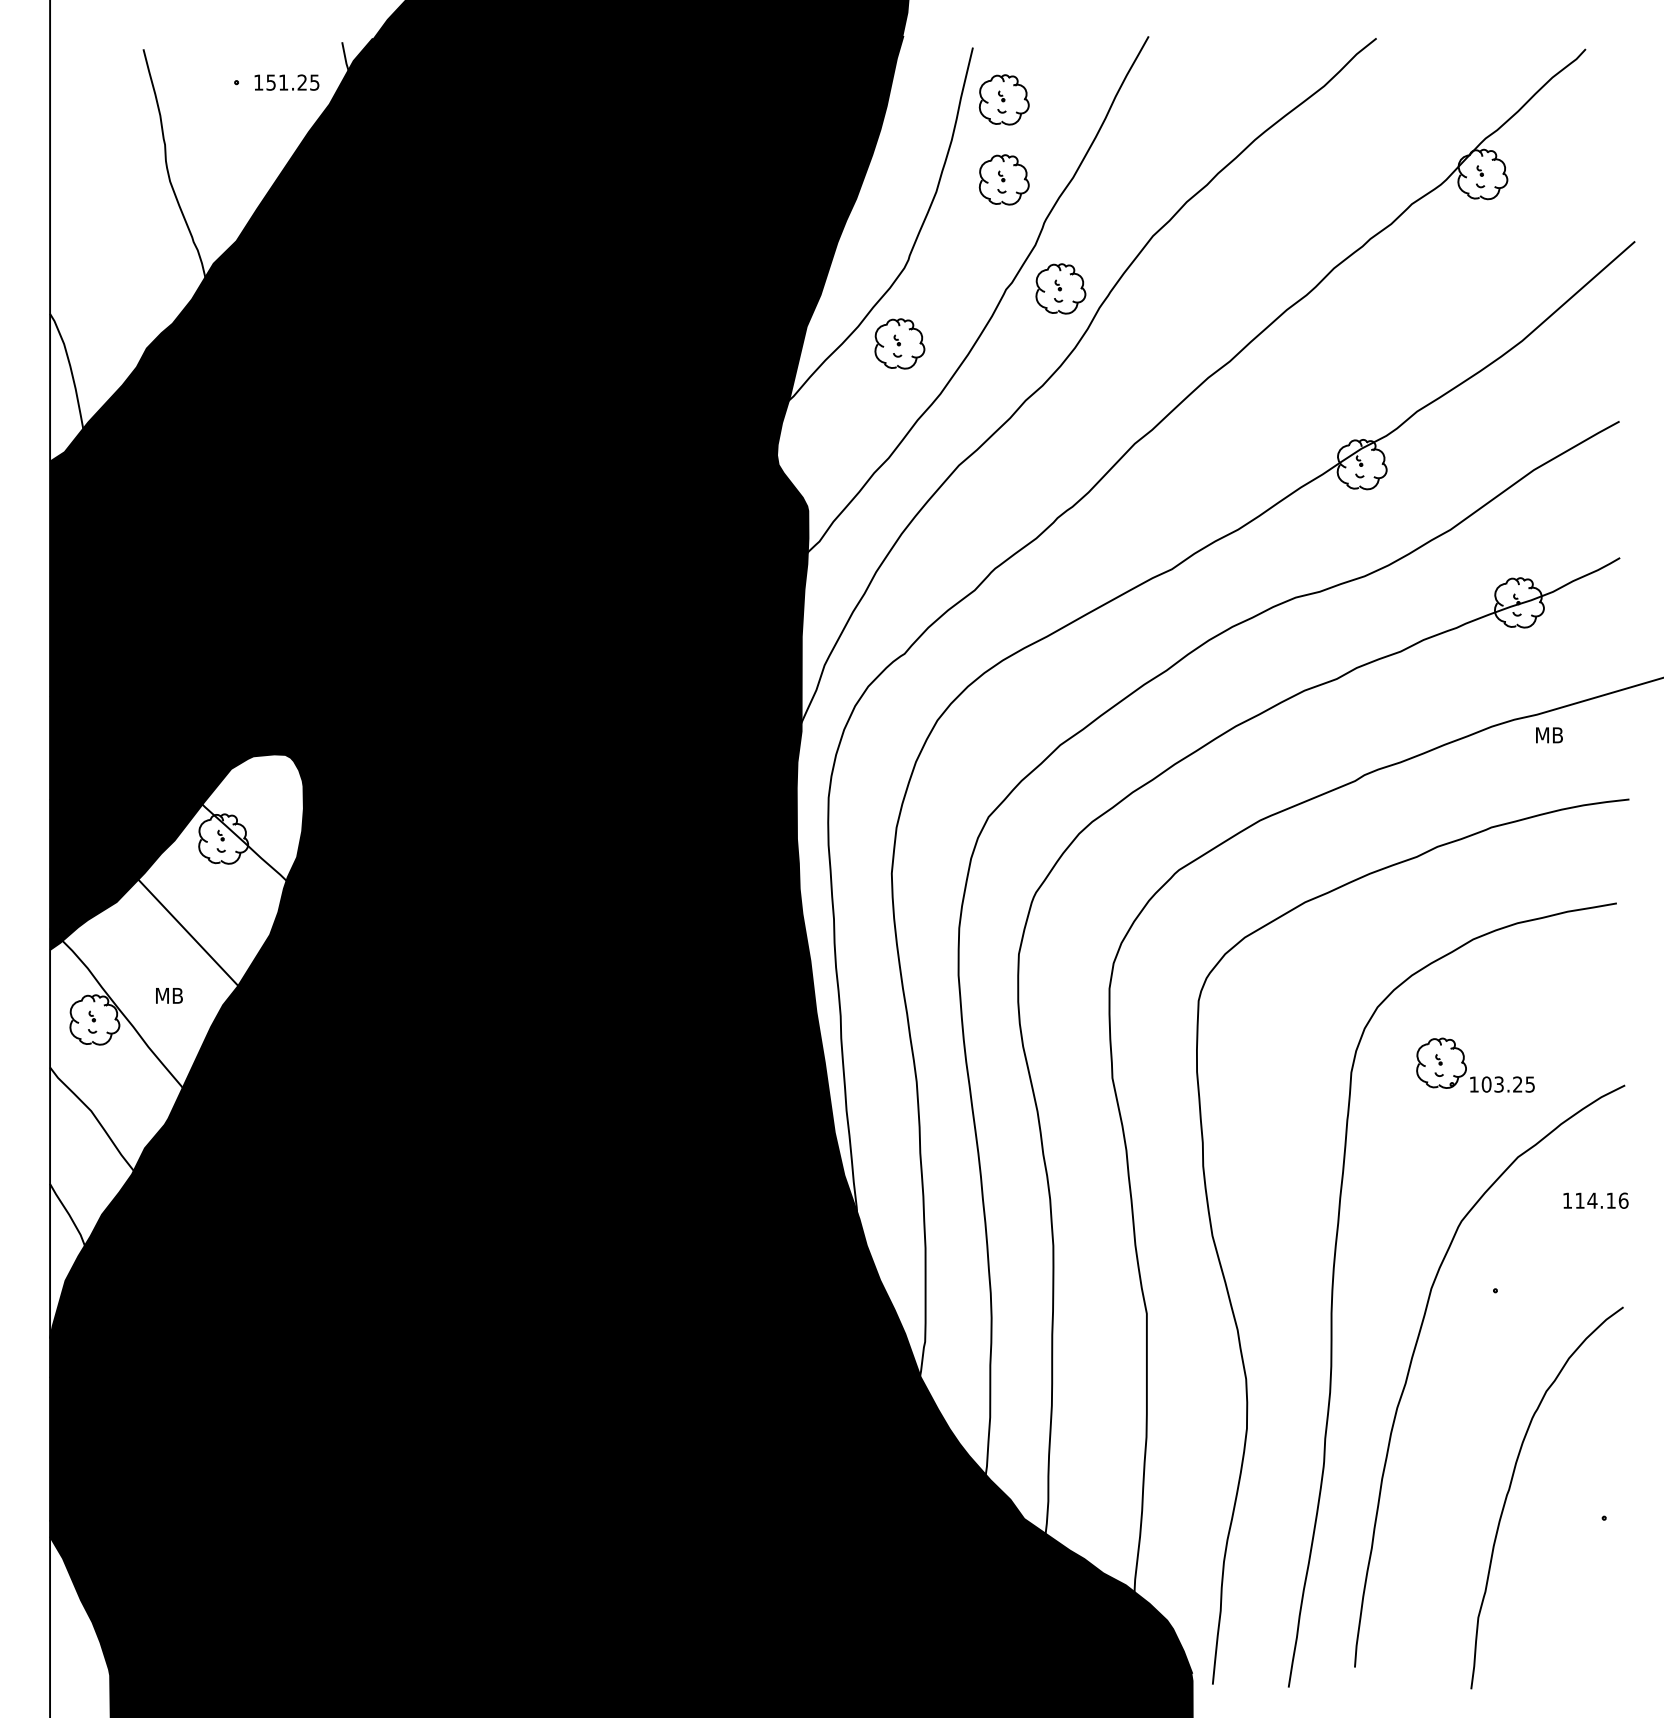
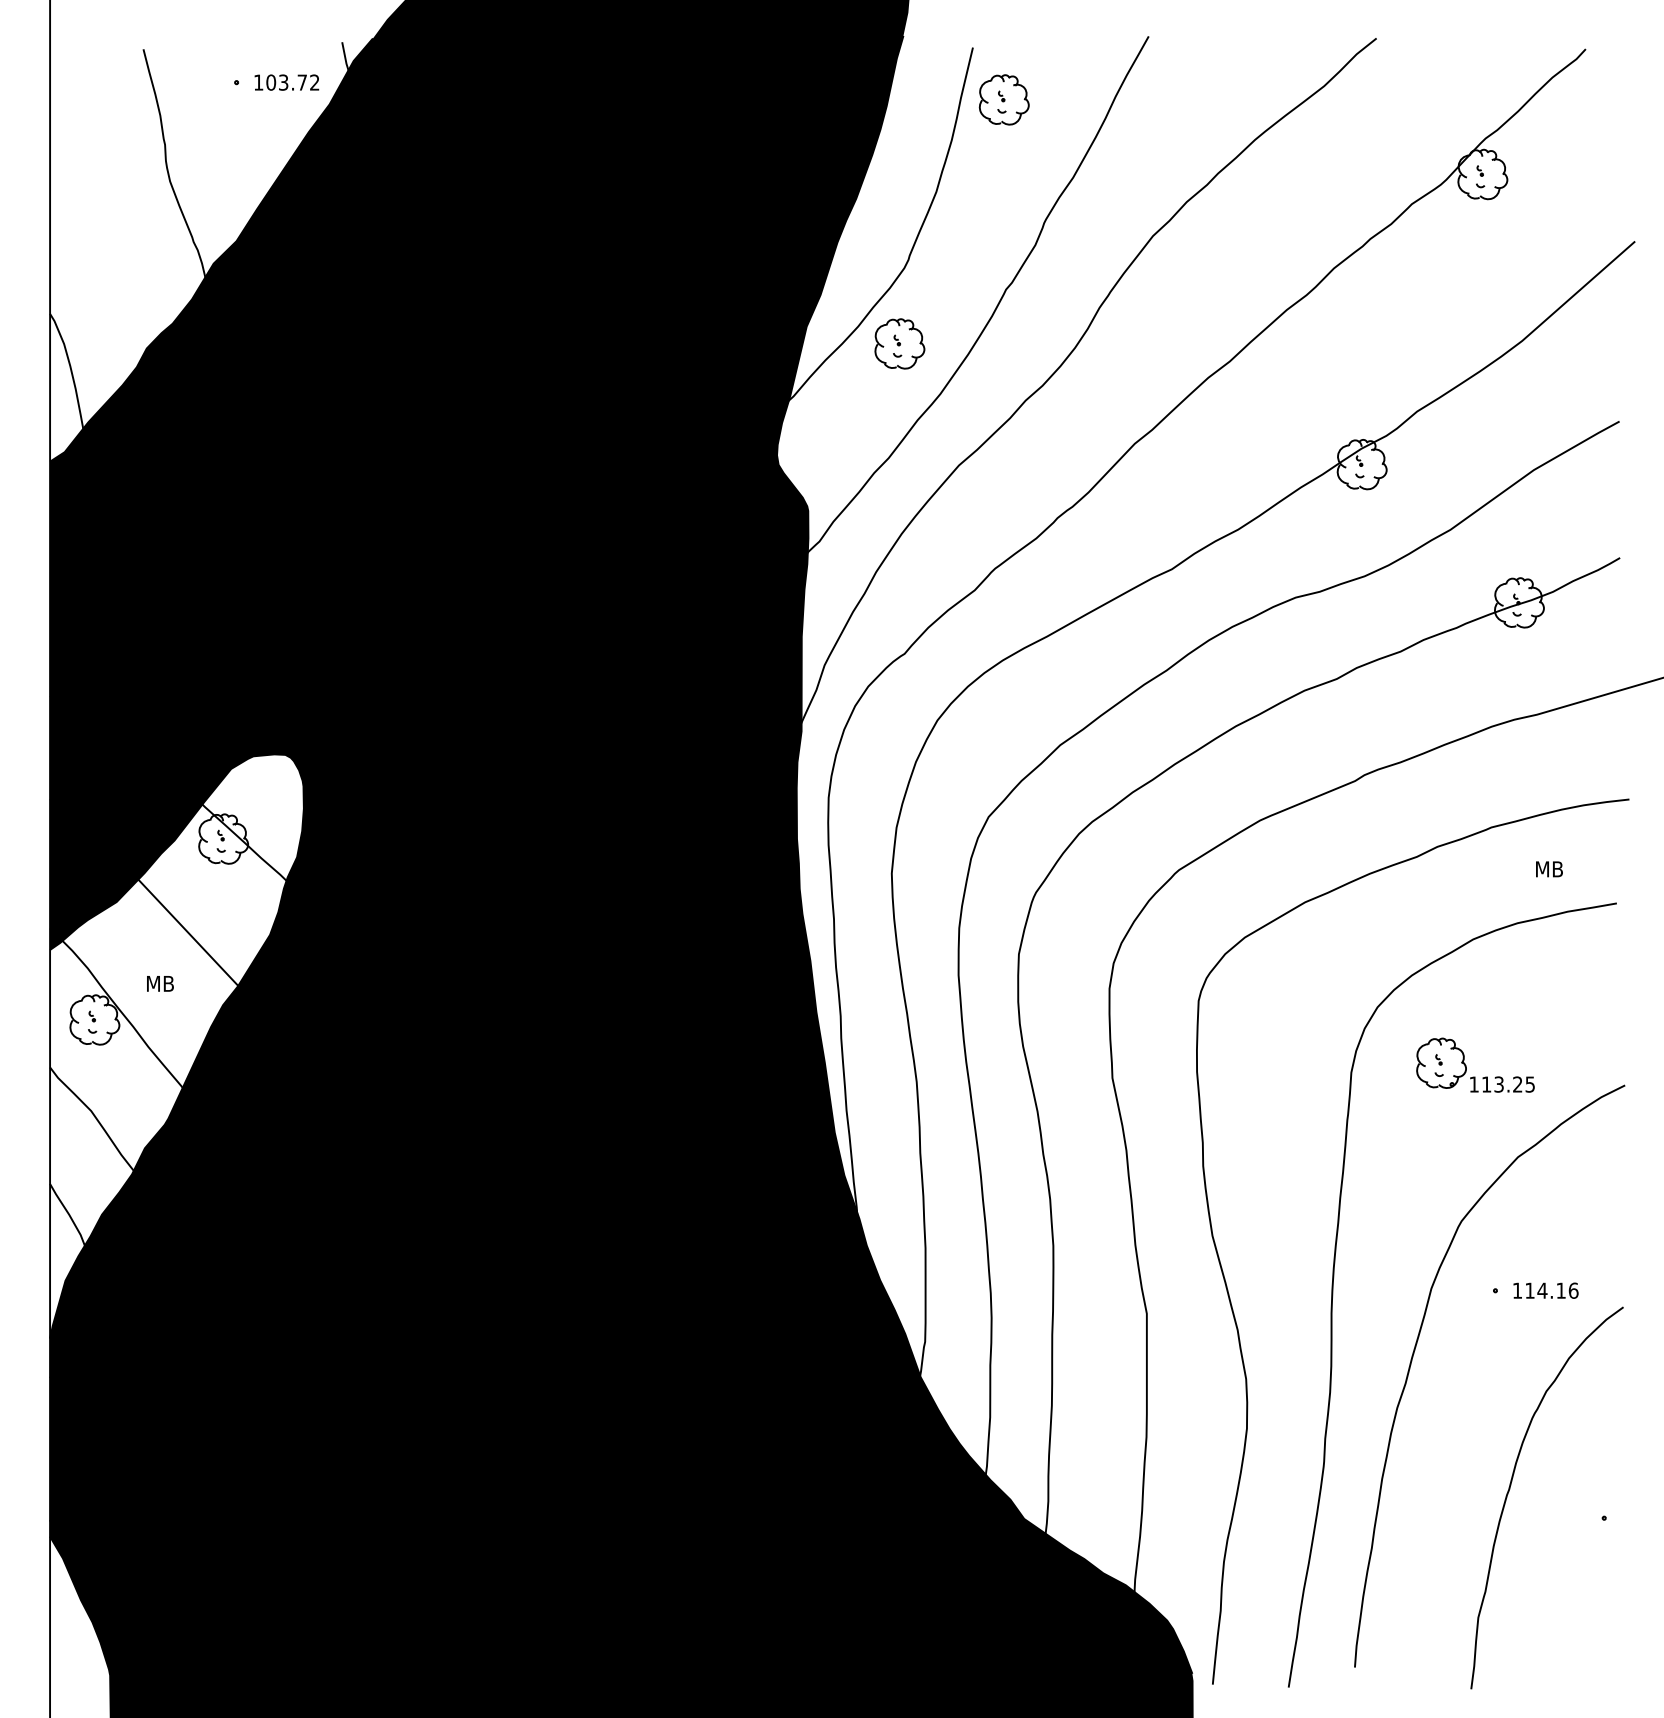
text at (292, 82): 151.25 -> 103.72
part at (1003, 179): present -> none
part at (1060, 288): present -> none
text at (1549, 735) position: (1549, 735) -> (1549, 869)
text at (169, 995) position: (169, 995) -> (160, 983)
text at (1486, 1084): 103.25 -> 113.25
text at (1595, 1200) position: (1595, 1200) -> (1545, 1290)
